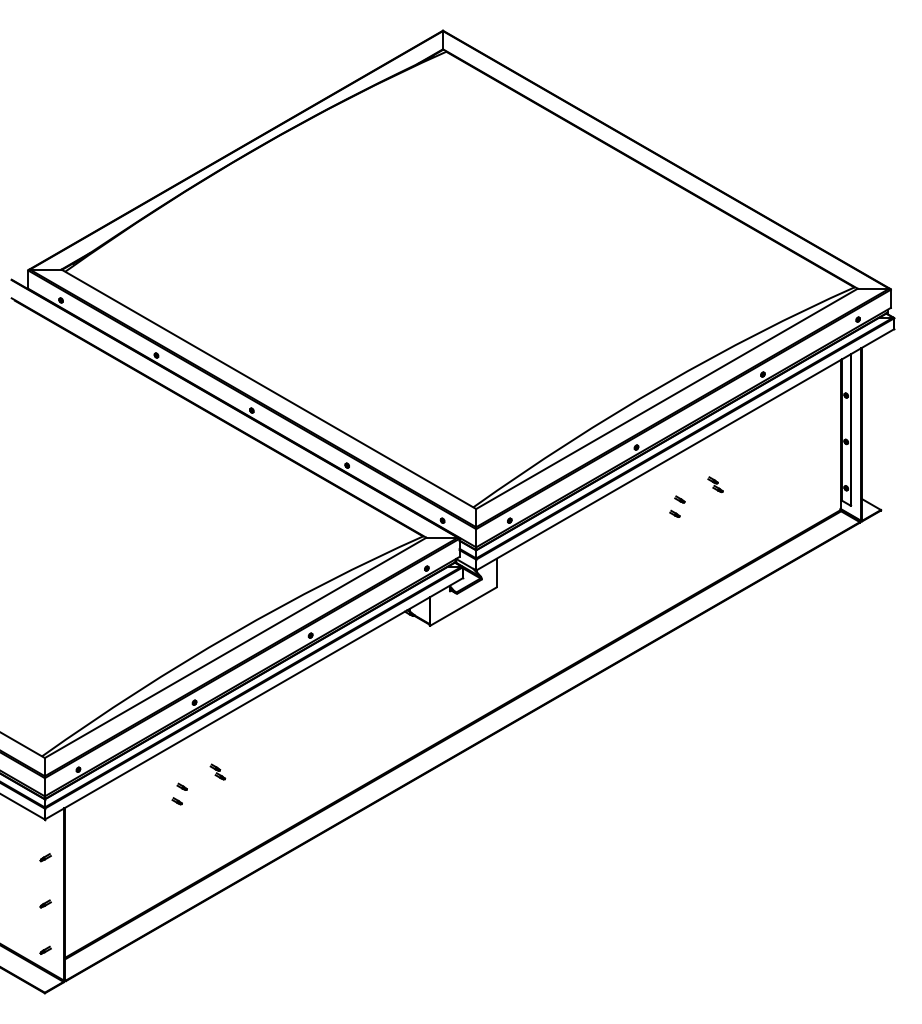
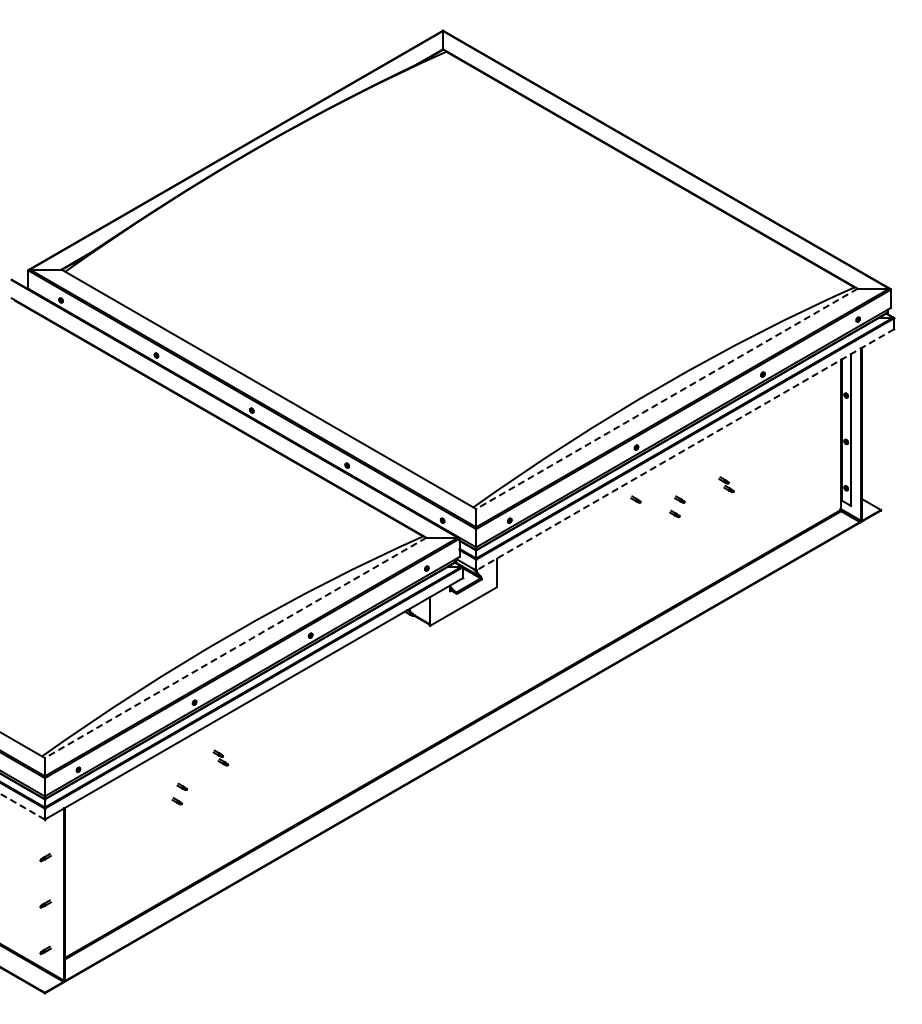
line at (666, 399): solid -> dashed
line at (684, 450): solid -> dashed
part at (715, 484) position: (715, 484) -> (726, 484)
part at (635, 499): none -> present
line at (235, 648): solid -> dashed
part at (217, 771) position: (217, 771) -> (220, 757)
line at (22, 806): solid -> dashed
